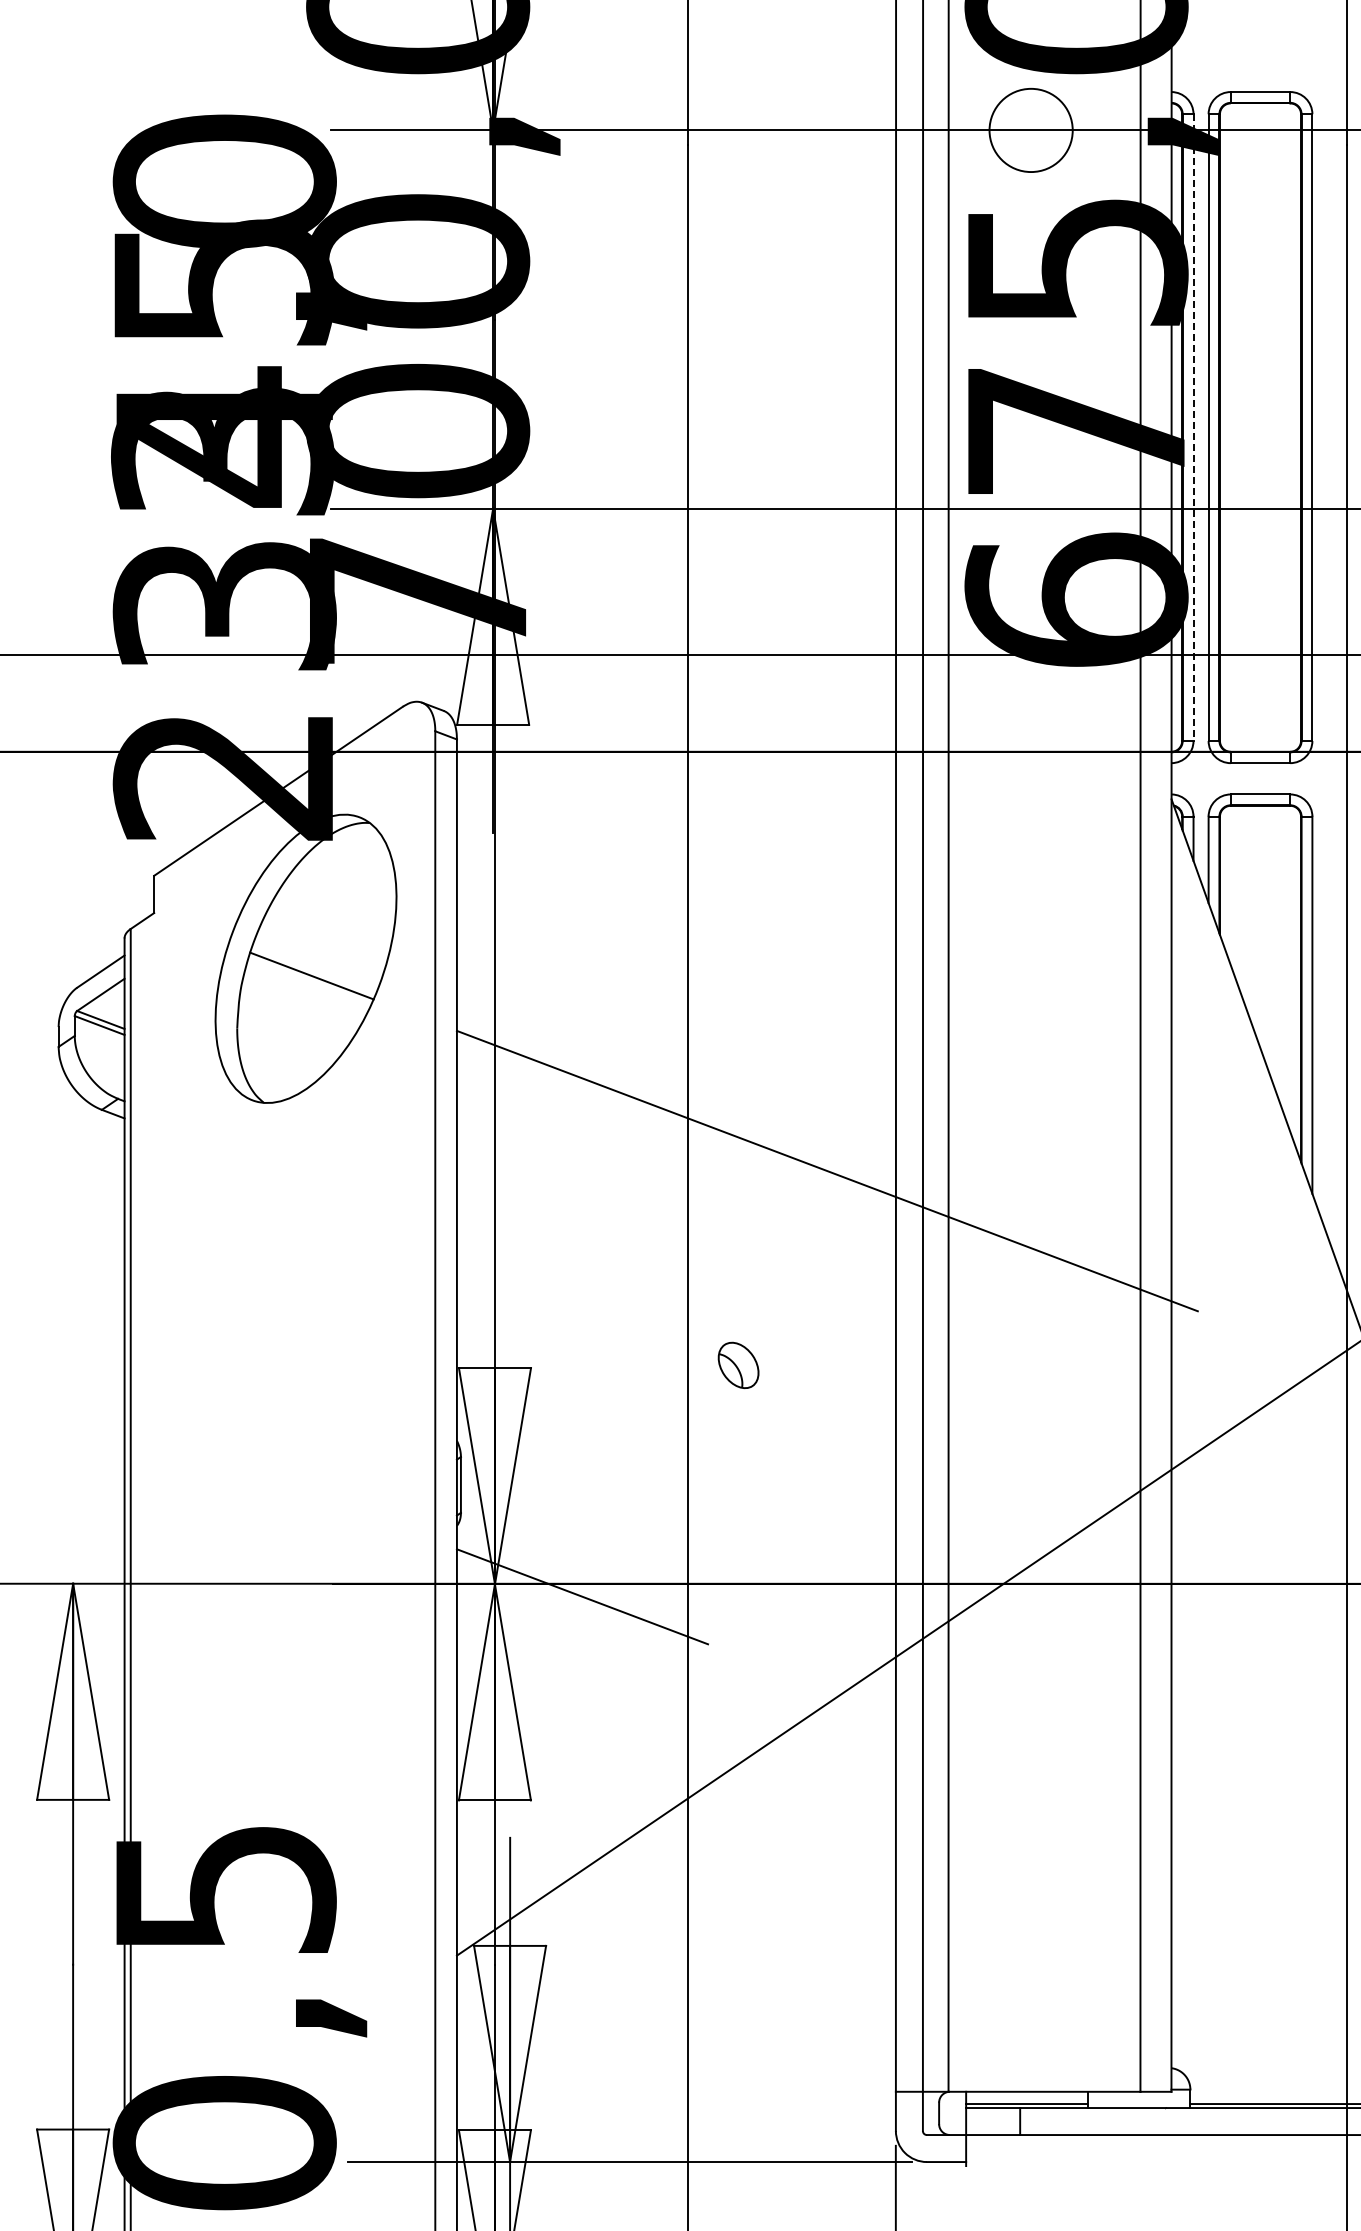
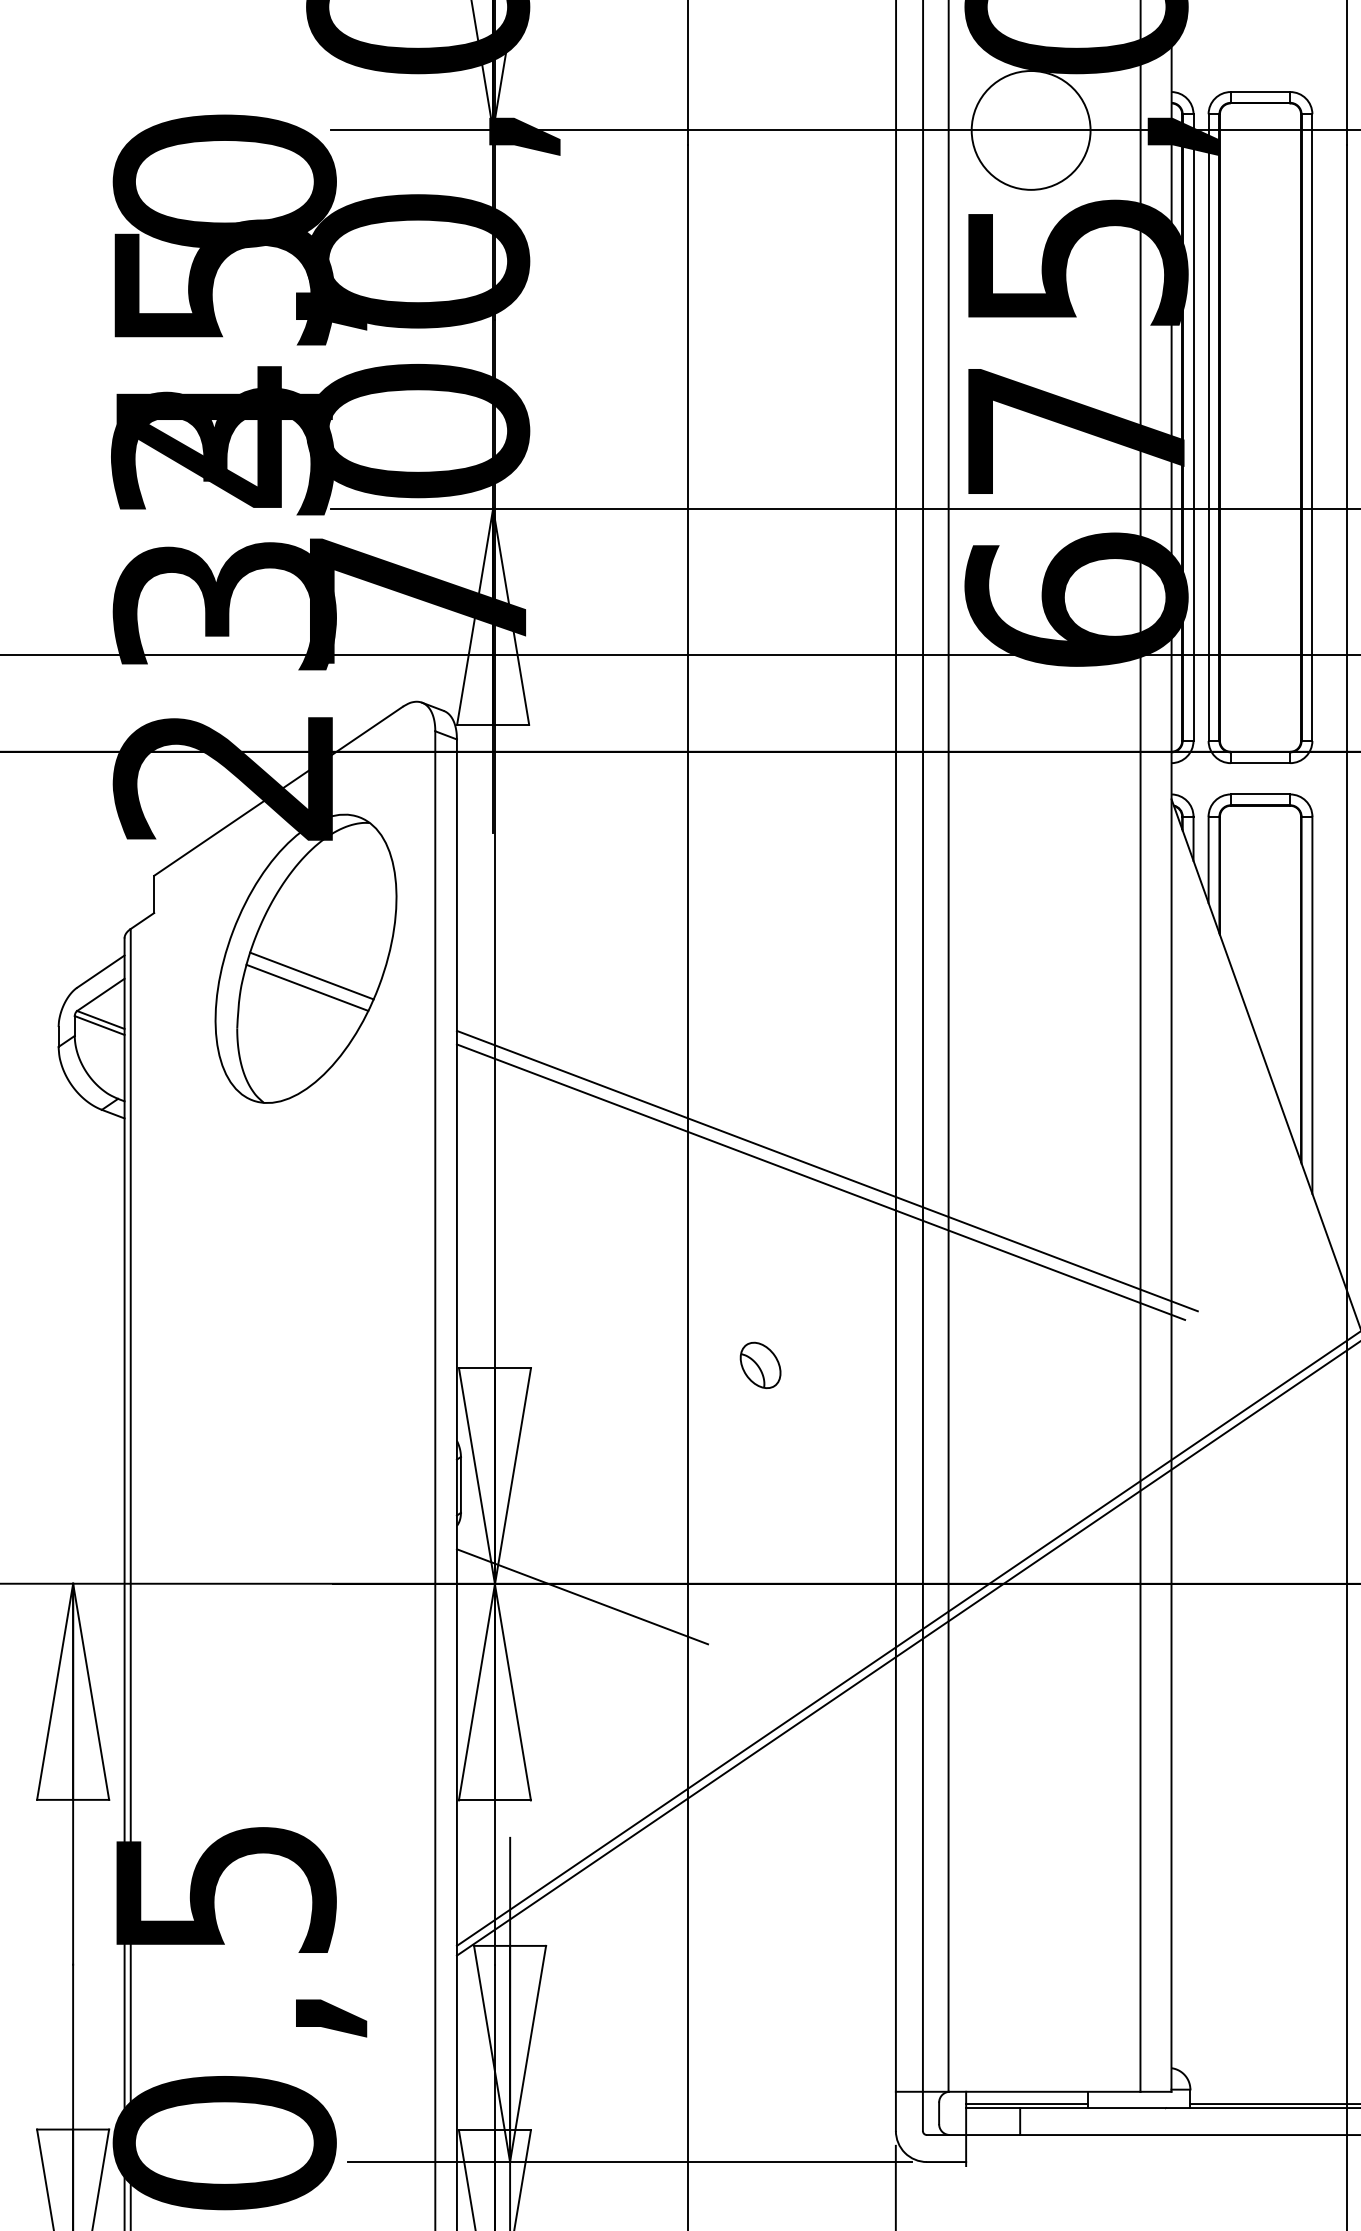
circle at (1030, 130) diameter: 83 px -> 119 px
line at (1193, 428): dashed -> solid
line at (307, 987): none -> present
line at (820, 1181): none -> present
part at (738, 1365) position: (738, 1365) -> (760, 1365)
line at (906, 1639): none -> present
